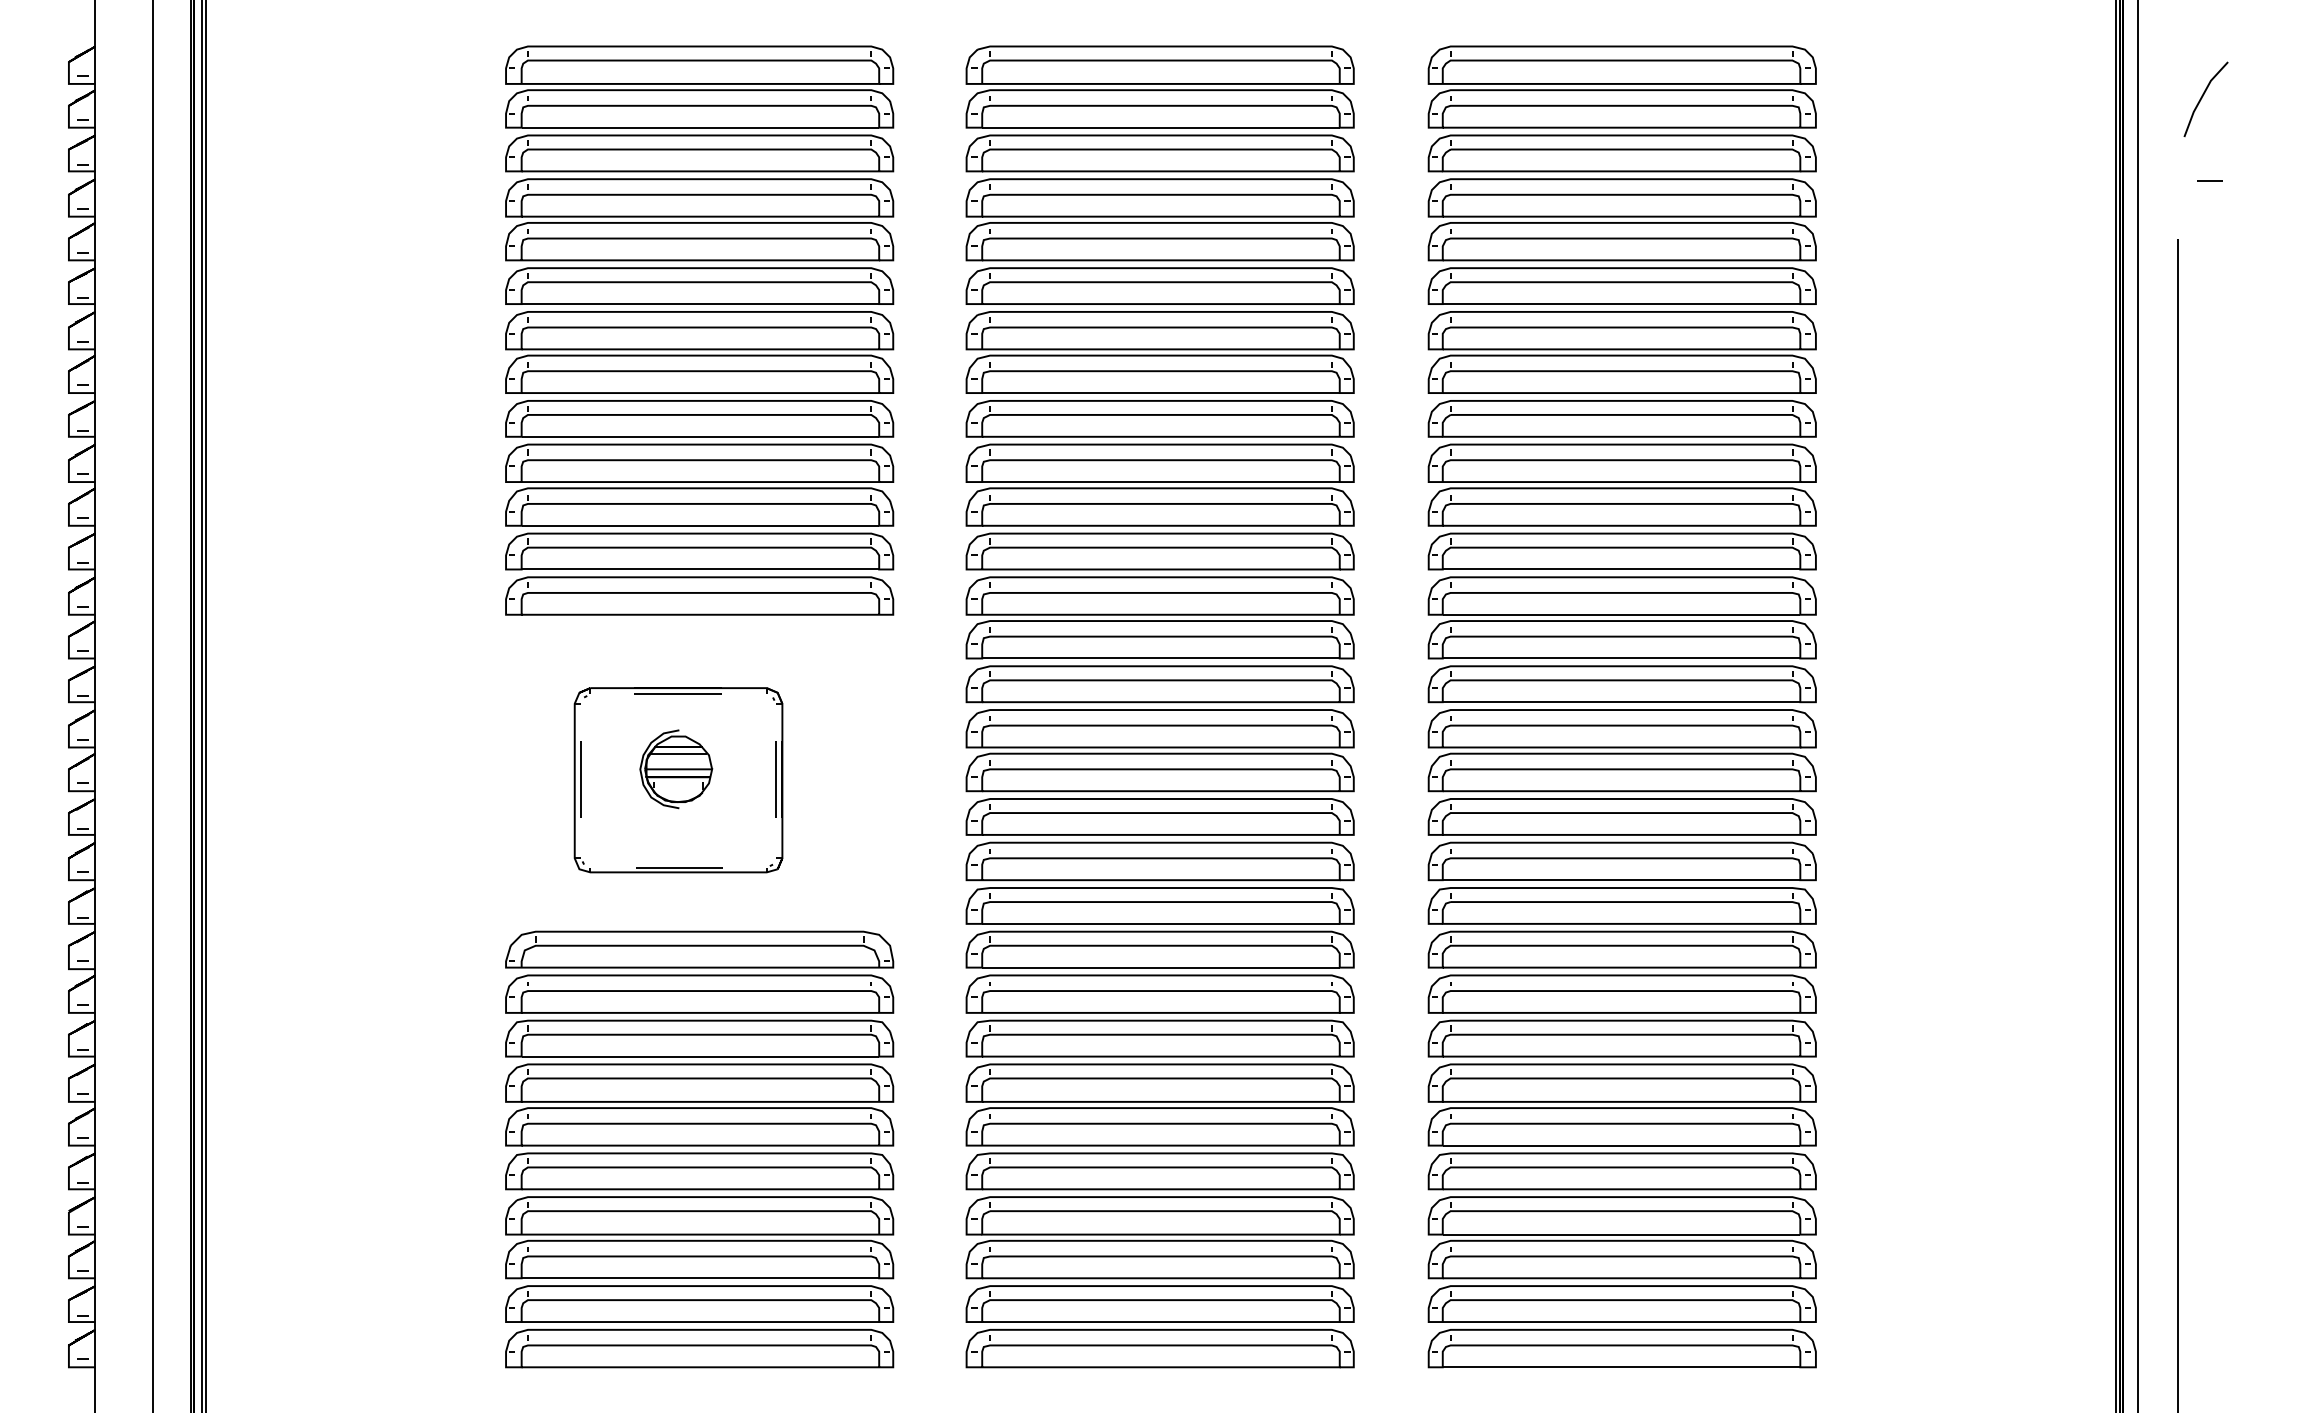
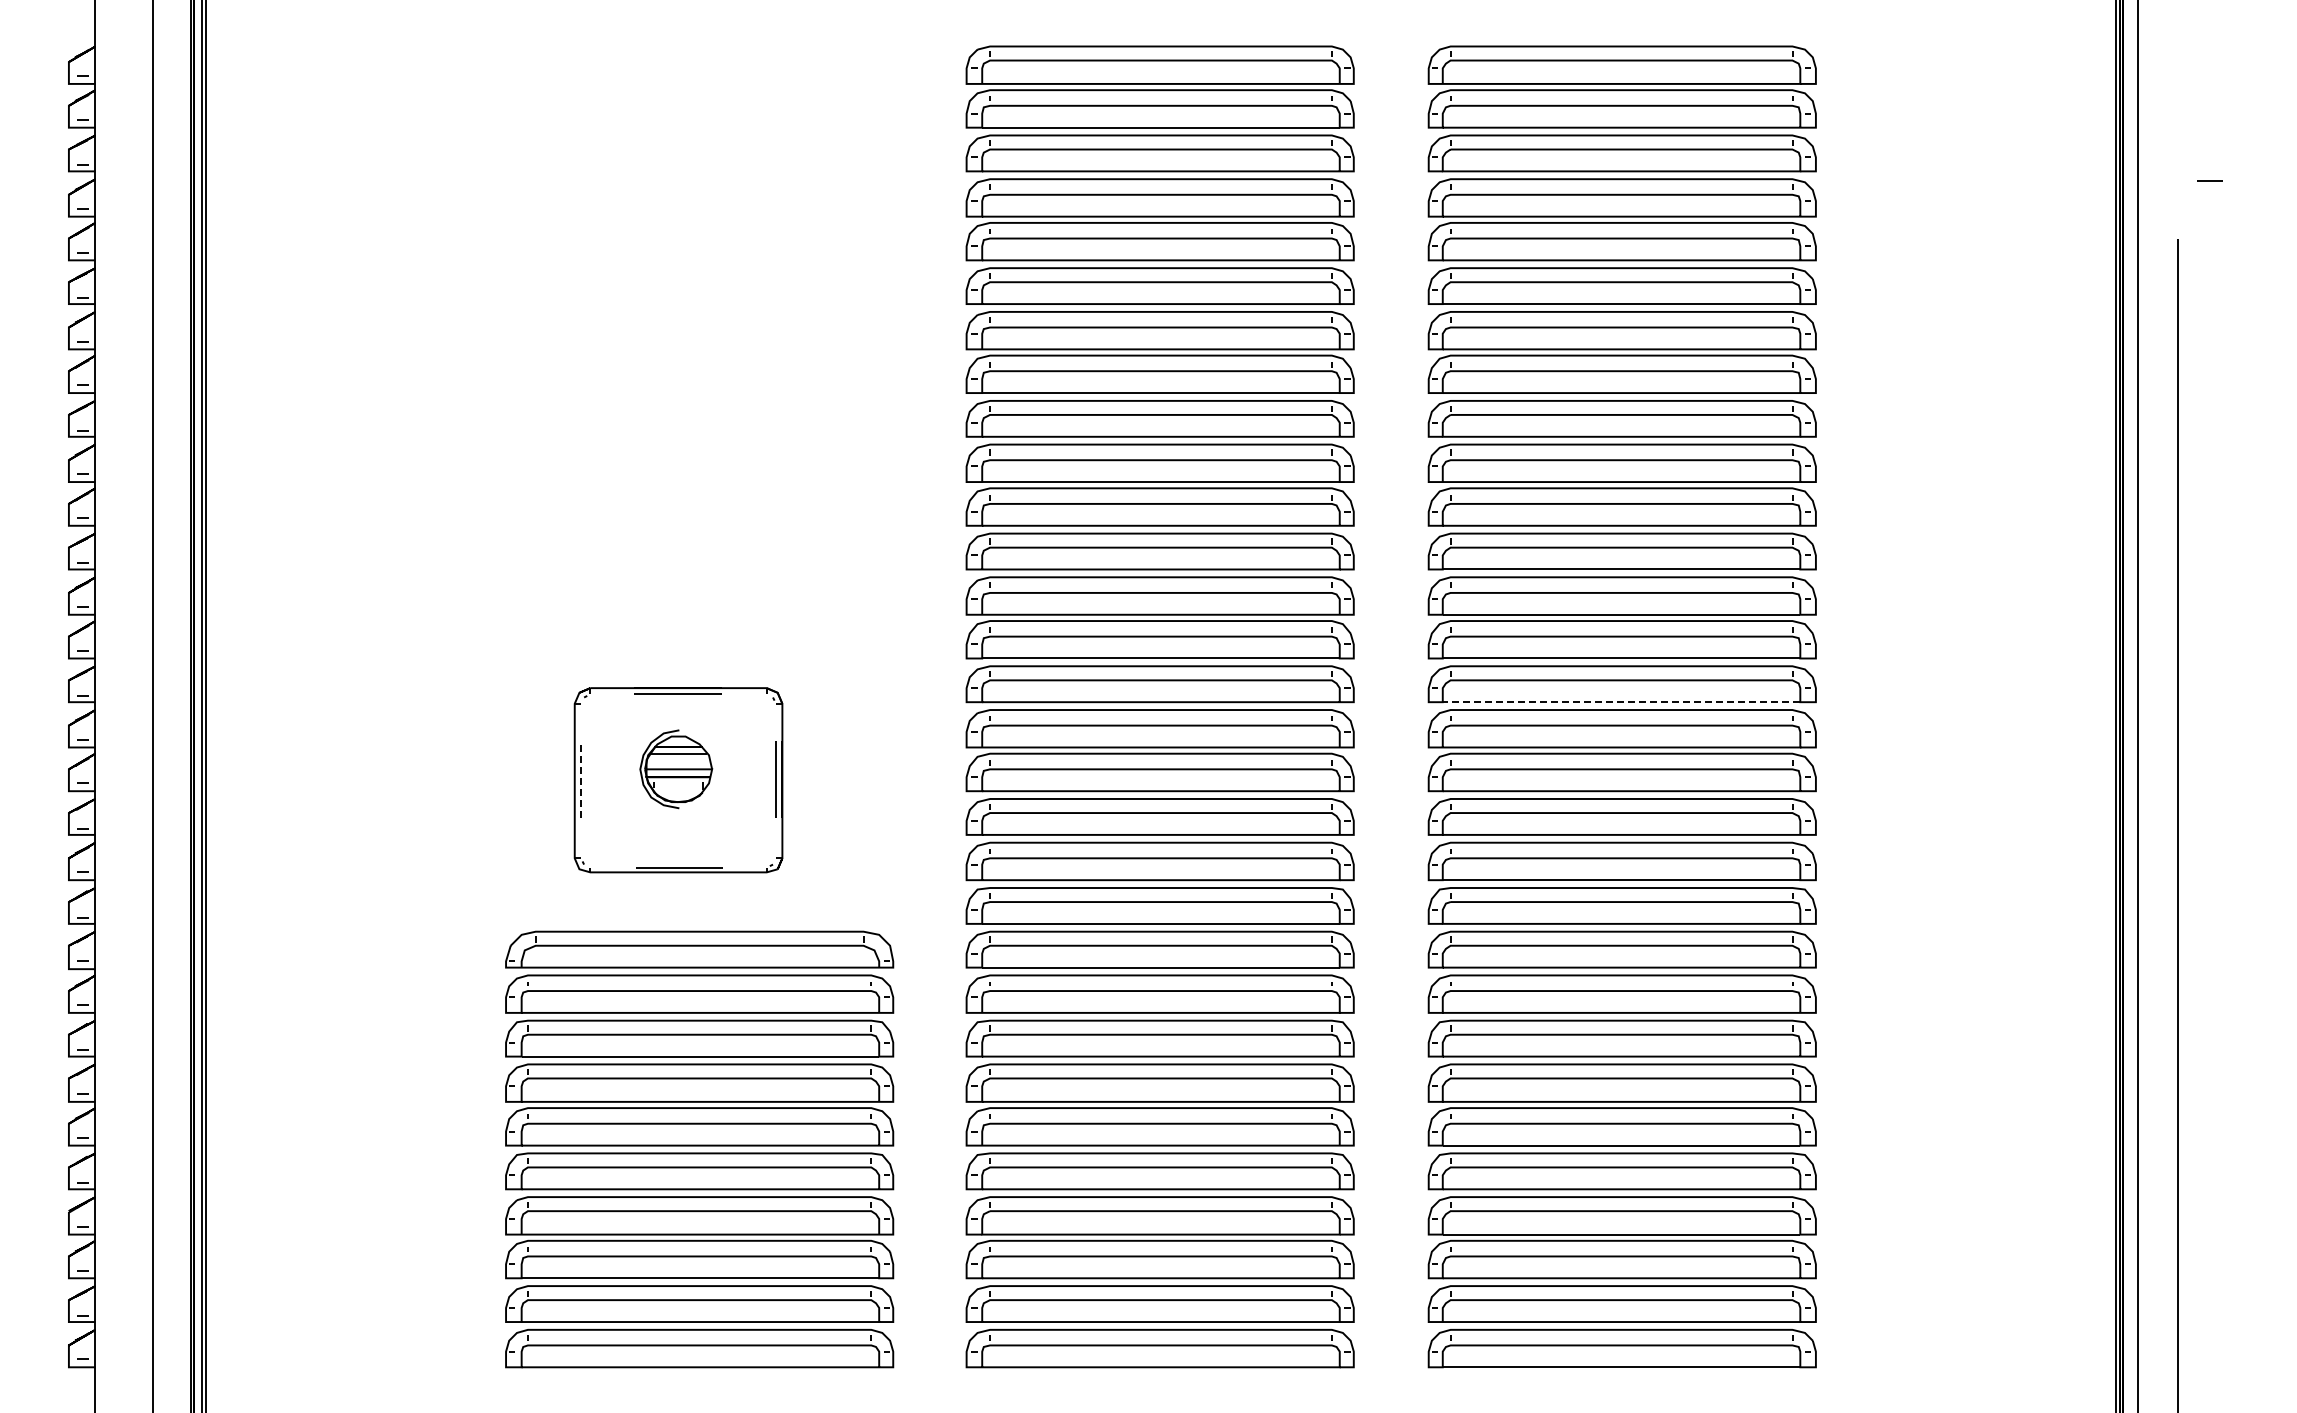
line at (2203, 96): present -> none
part at (699, 330): present -> none
line at (1621, 702): solid -> dashed
line at (580, 778): solid -> dashed
